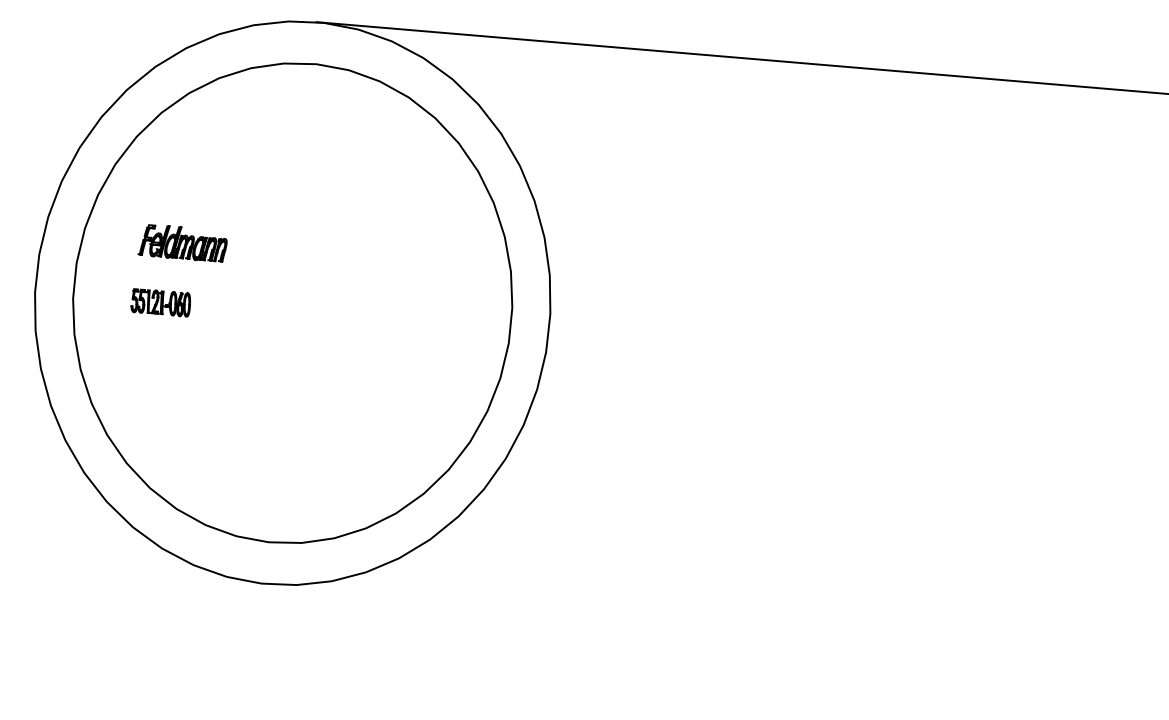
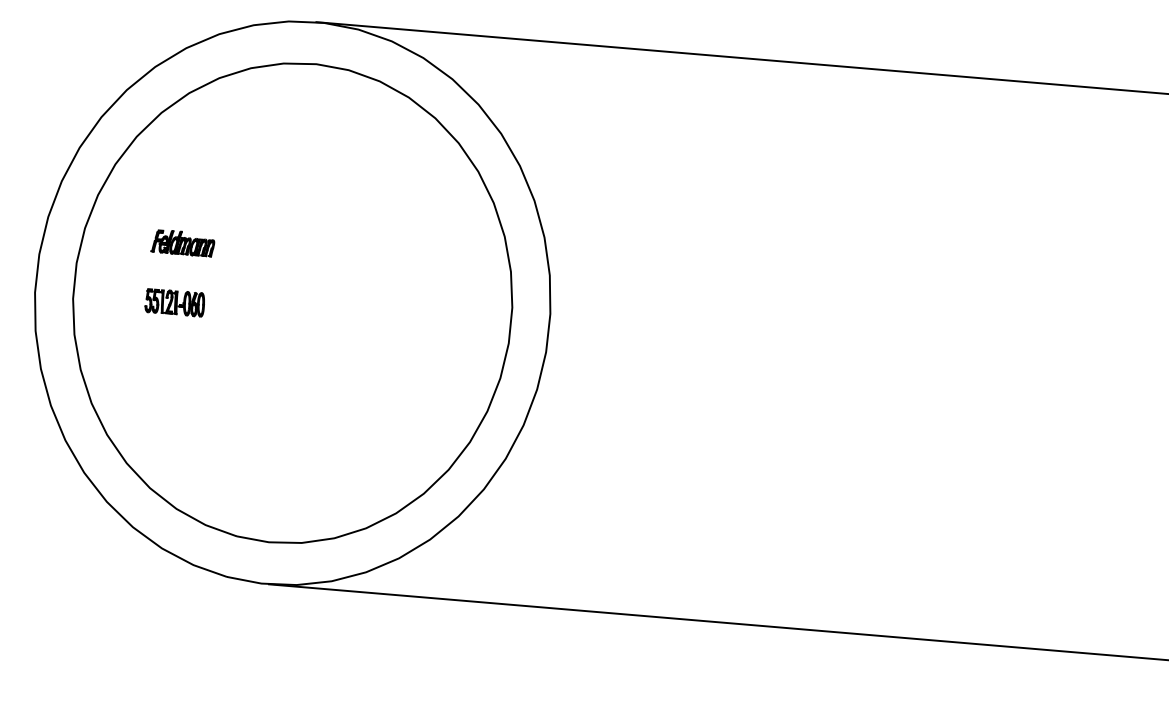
part at (182, 243) size: 91x39 px -> 66x29 px
part at (160, 302) position: (160, 302) -> (174, 302)
line at (717, 622): none -> present
